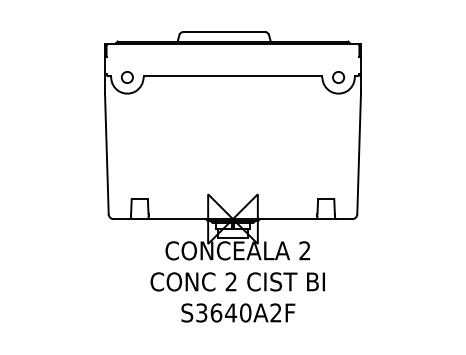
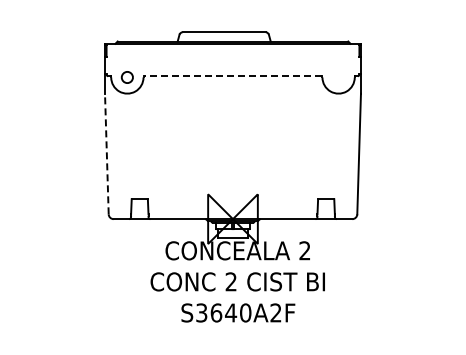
line at (232, 76): solid -> dashed
circle at (338, 77): present -> none
line at (106, 153): solid -> dashed
